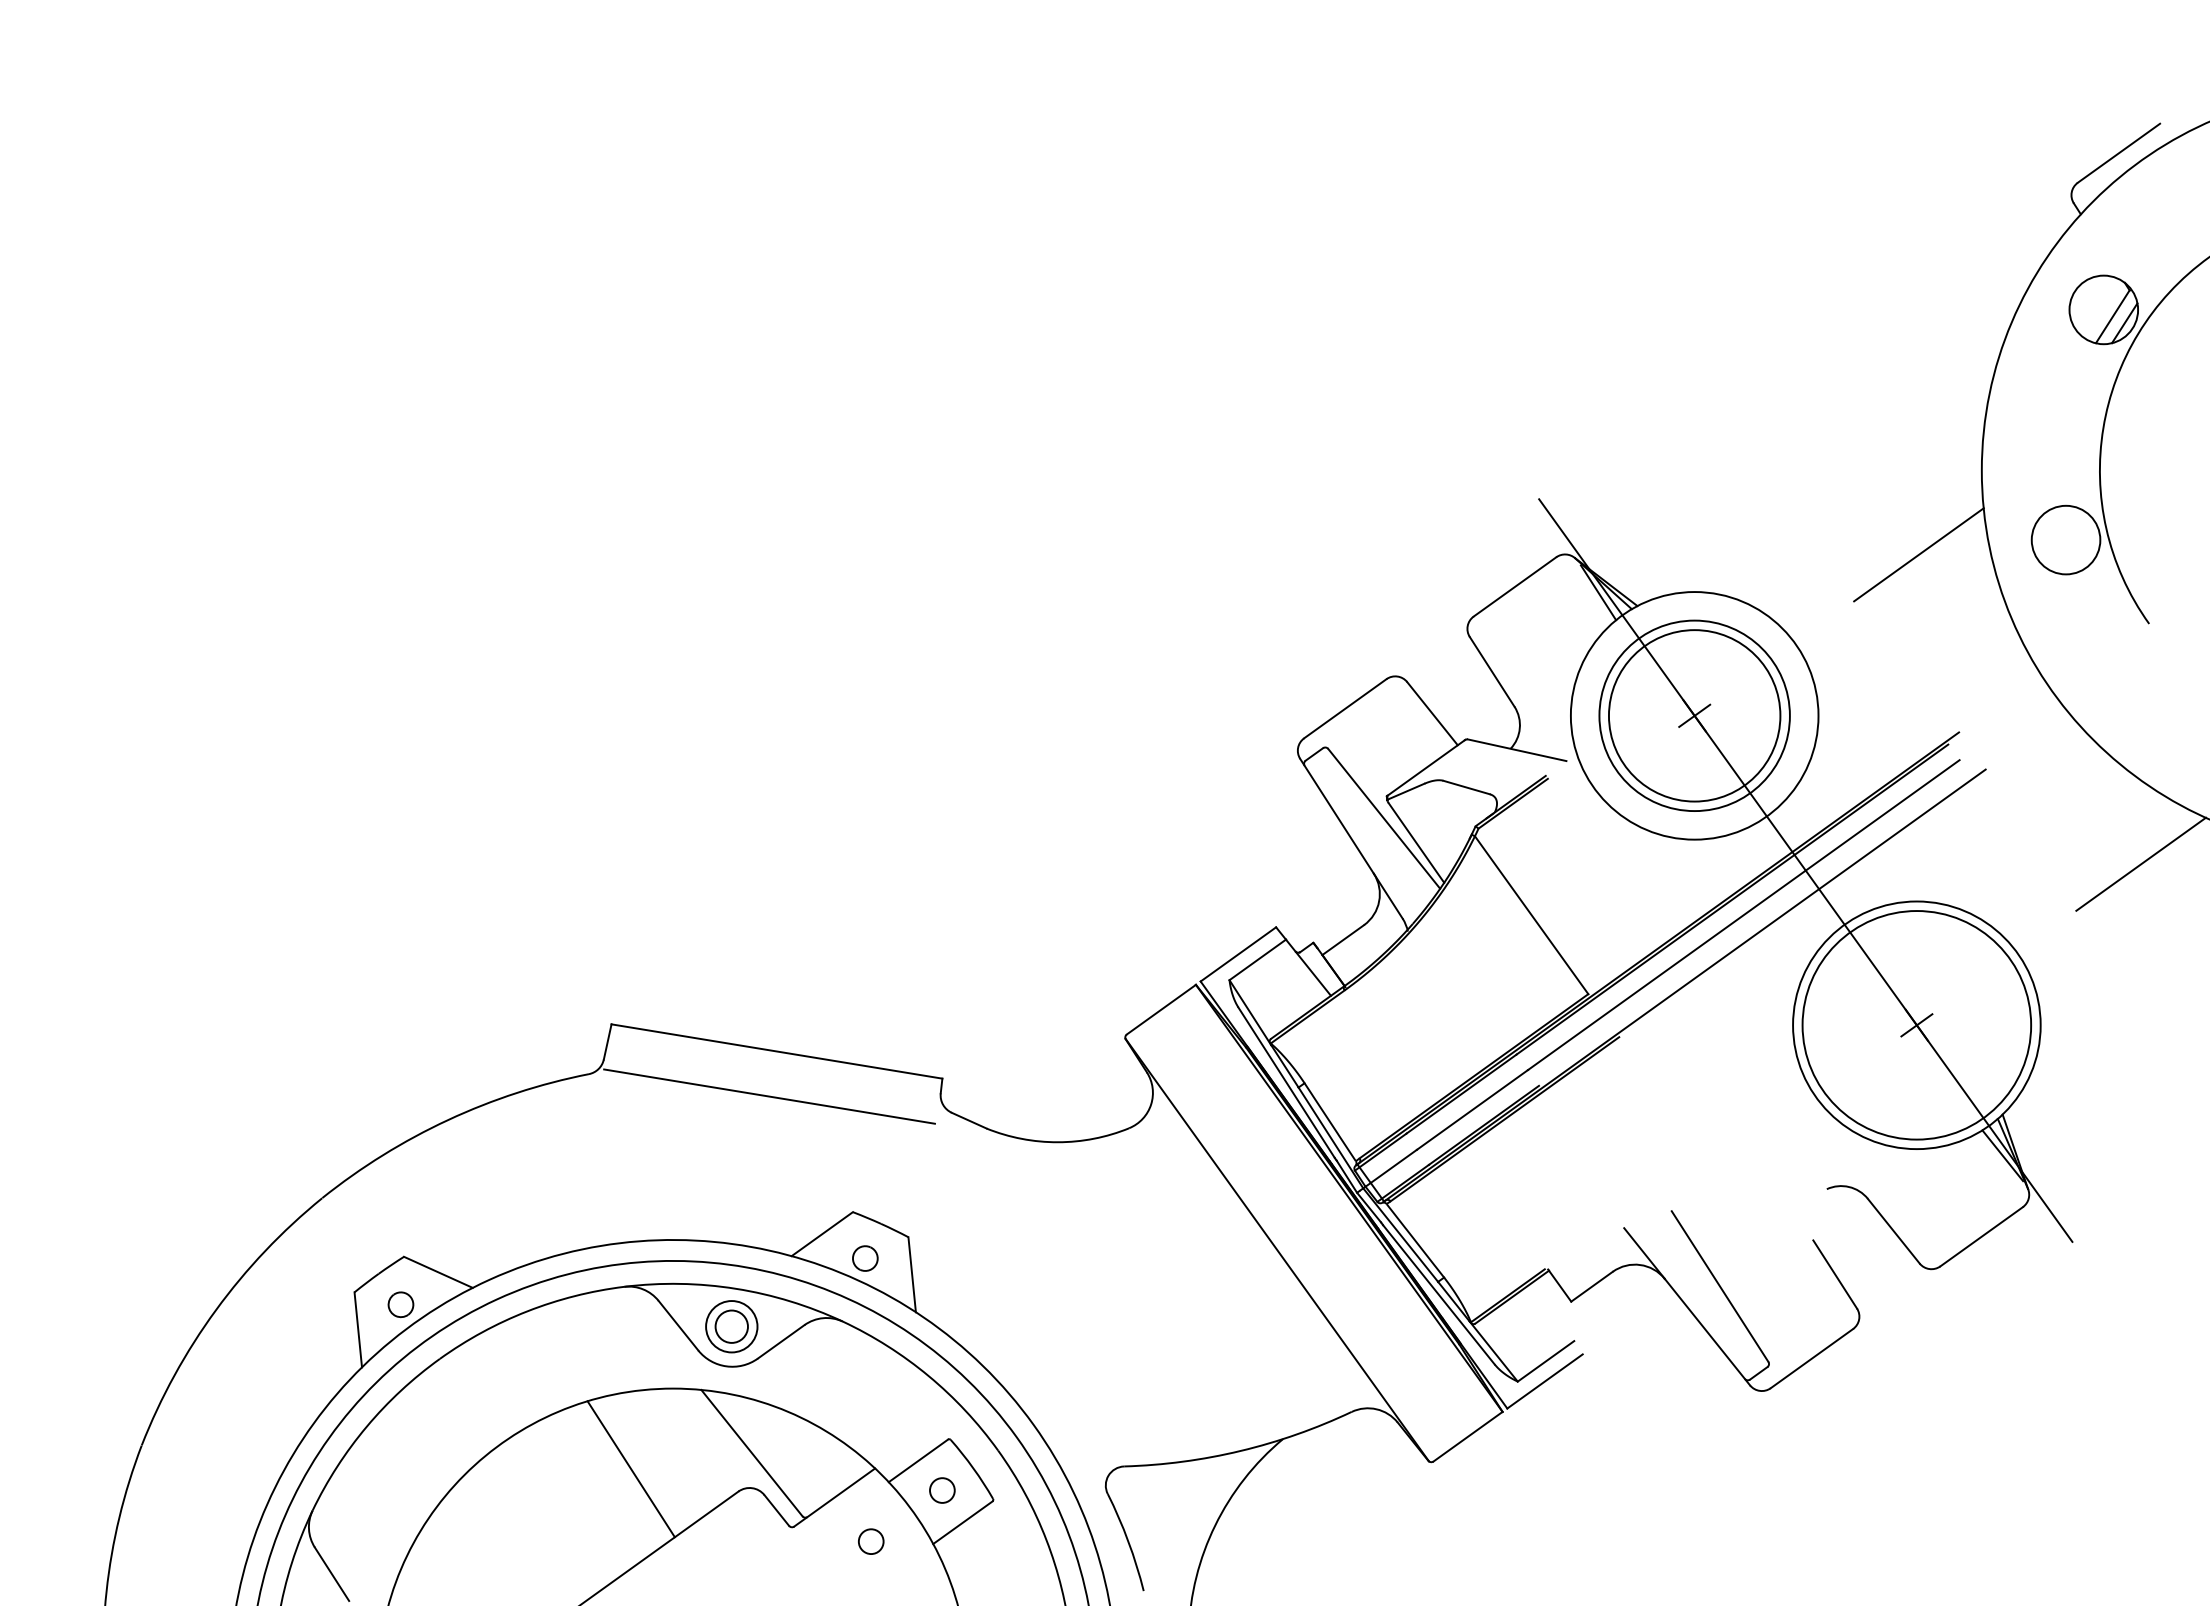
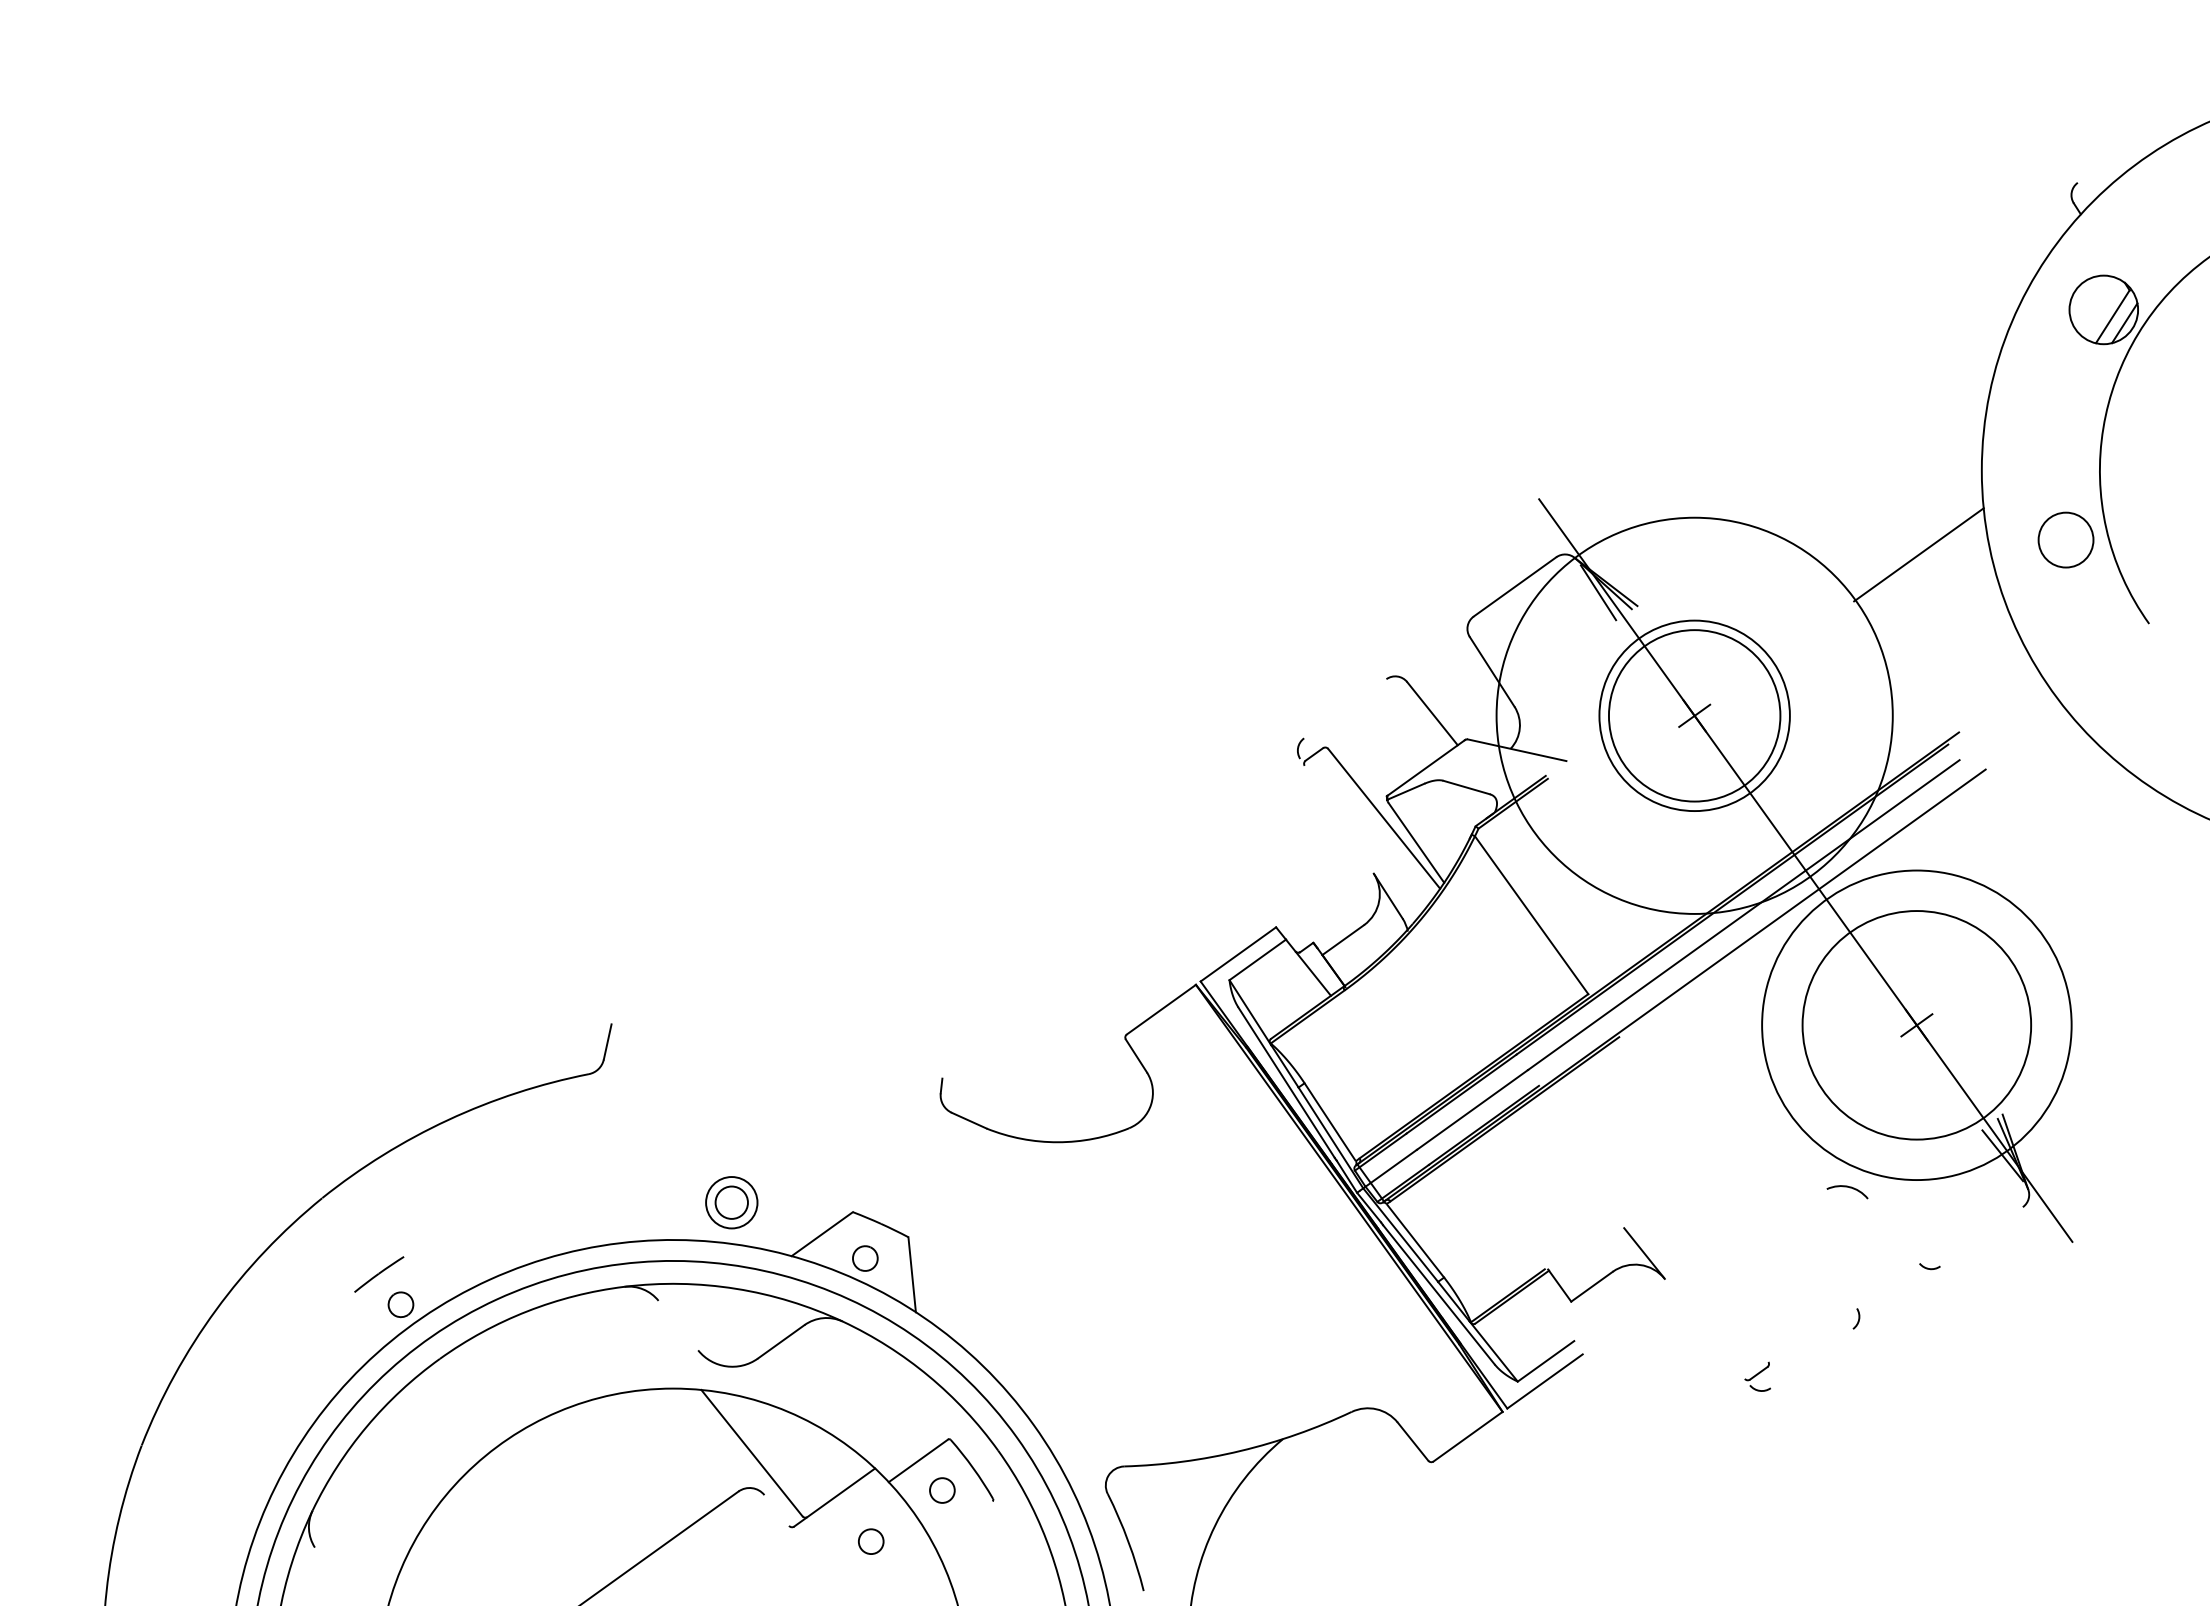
line at (2118, 152): present -> none
circle at (2065, 539) diameter: 69 px -> 55 px
line at (1345, 708): present -> none
circle at (1694, 715) diameter: 248 px -> 396 px
line at (1336, 815): present -> none
line at (2141, 863): present -> none
circle at (1916, 1025) diameter: 248 px -> 310 px
line at (776, 1051): present -> none
line at (769, 1096): present -> none
line at (1893, 1230): present -> none
line at (1981, 1236): present -> none
line at (1277, 1249): present -> none
line at (438, 1271): present -> none
line at (1834, 1274): present -> none
line at (1719, 1286): present -> none
line at (678, 1325): present -> none
part at (731, 1326) position: (731, 1326) -> (731, 1202)
line at (358, 1329): present -> none
line at (1707, 1331): present -> none
line at (1811, 1358): present -> none
line at (630, 1469): present -> none
line at (776, 1510): present -> none
line at (962, 1522): present -> none
line at (331, 1573): present -> none
